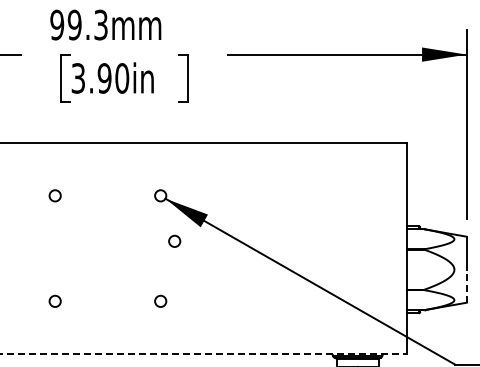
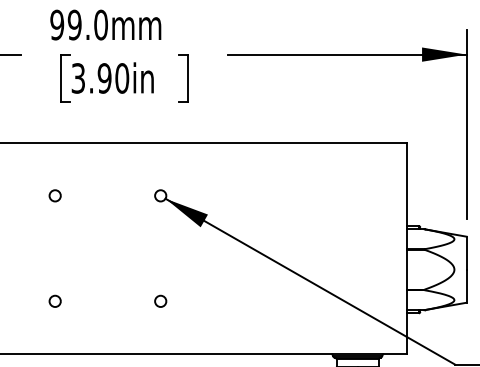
text at (100, 24): 99.3mm -> 99.0mm
circle at (174, 240): present -> none
line at (466, 286): dashed -> solid
line at (203, 354): dashed -> solid
